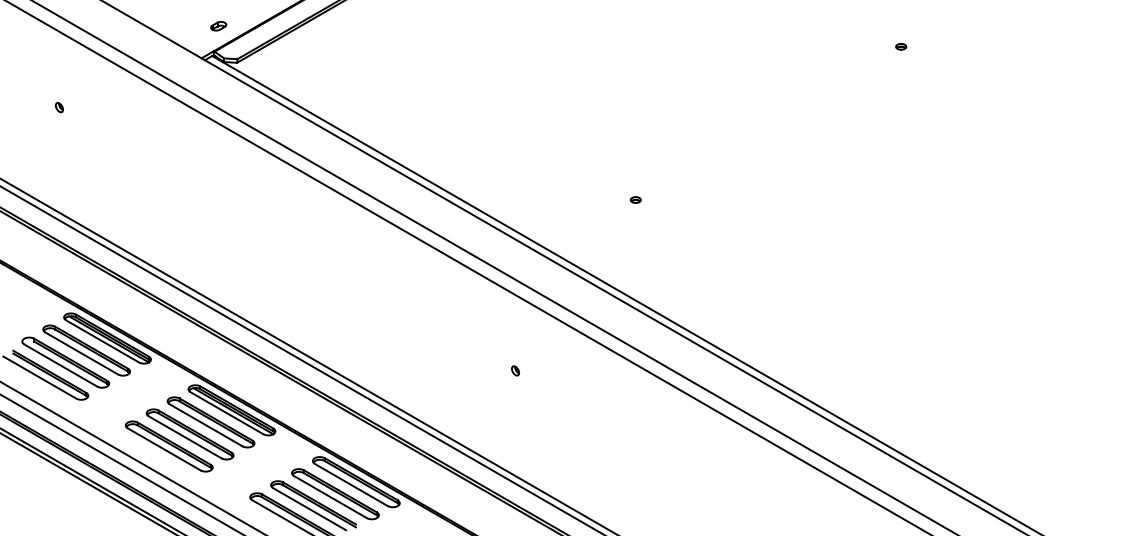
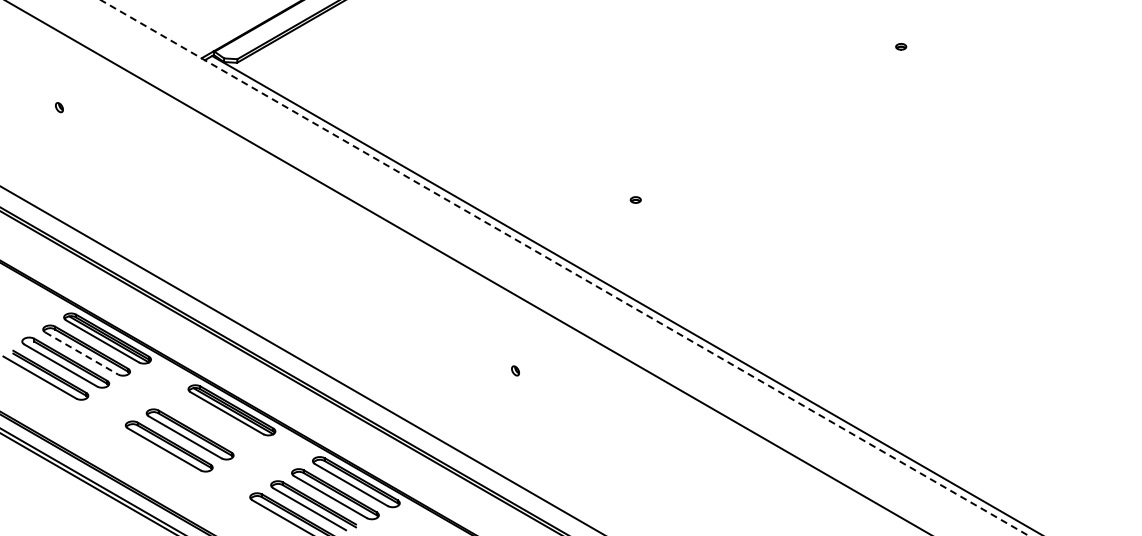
part at (218, 26): present -> none
line at (494, 267): present -> none
line at (564, 267): solid -> dashed
line at (82, 353): solid -> dashed
line at (308, 355): present -> none
part at (210, 422): present -> none
line at (131, 457): present -> none
line at (121, 463): present -> none
